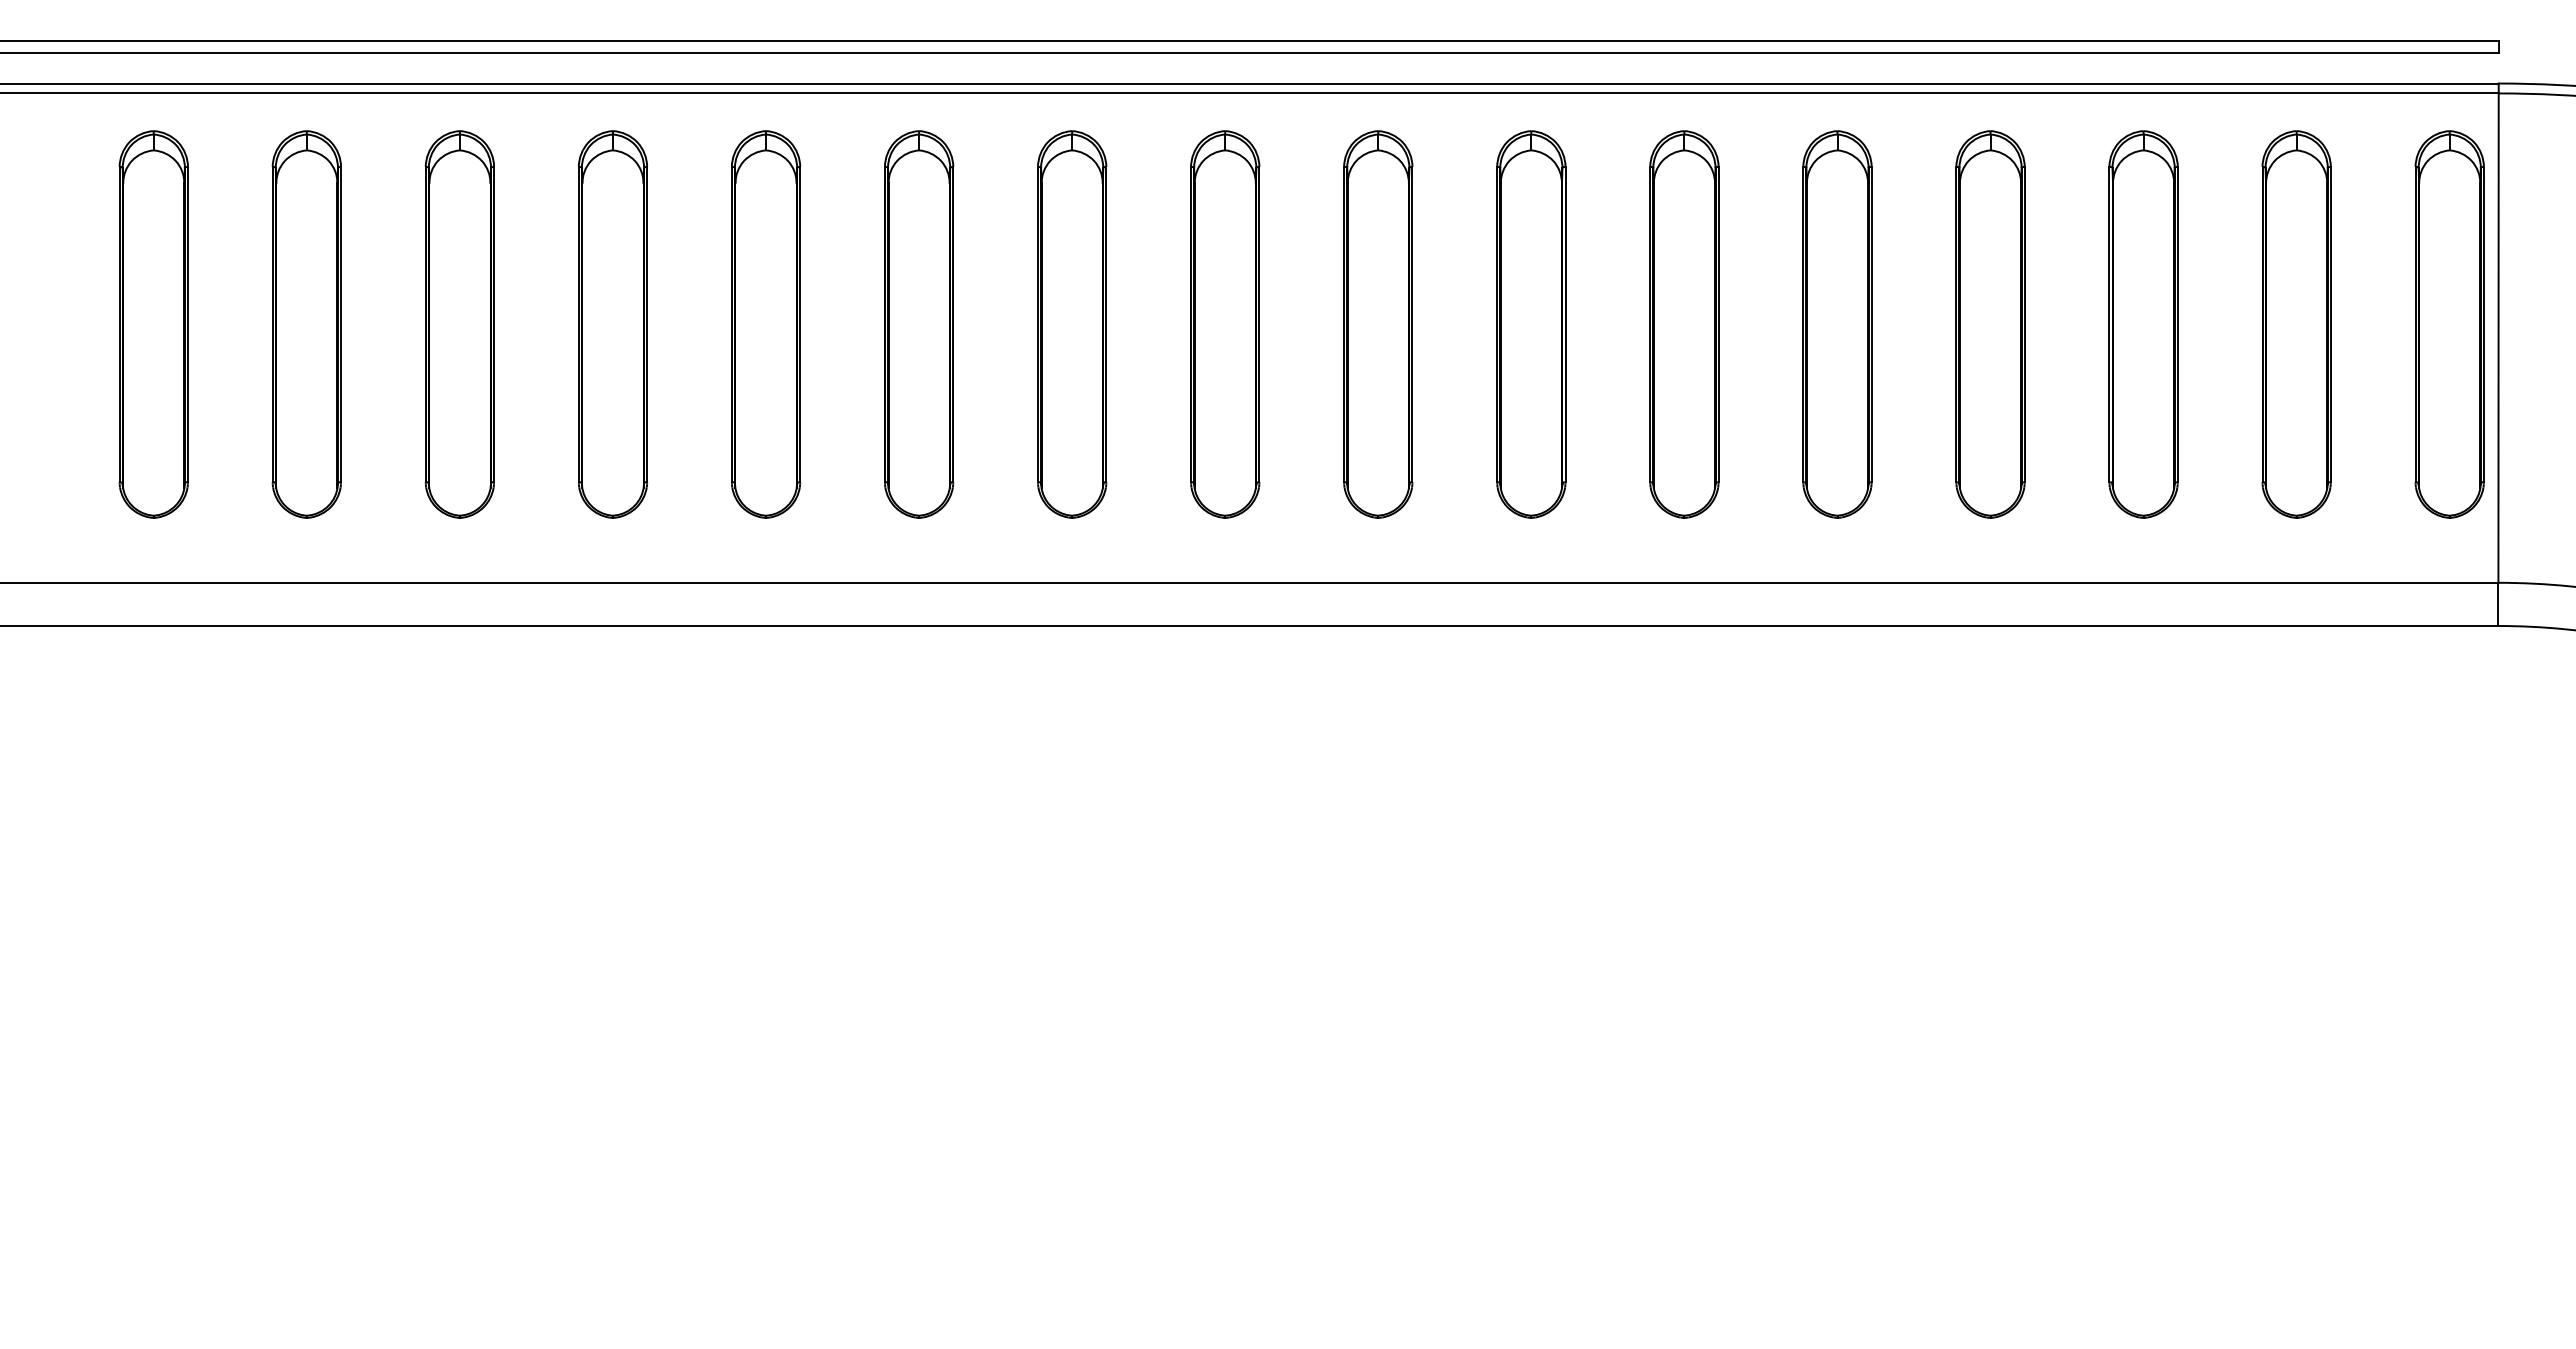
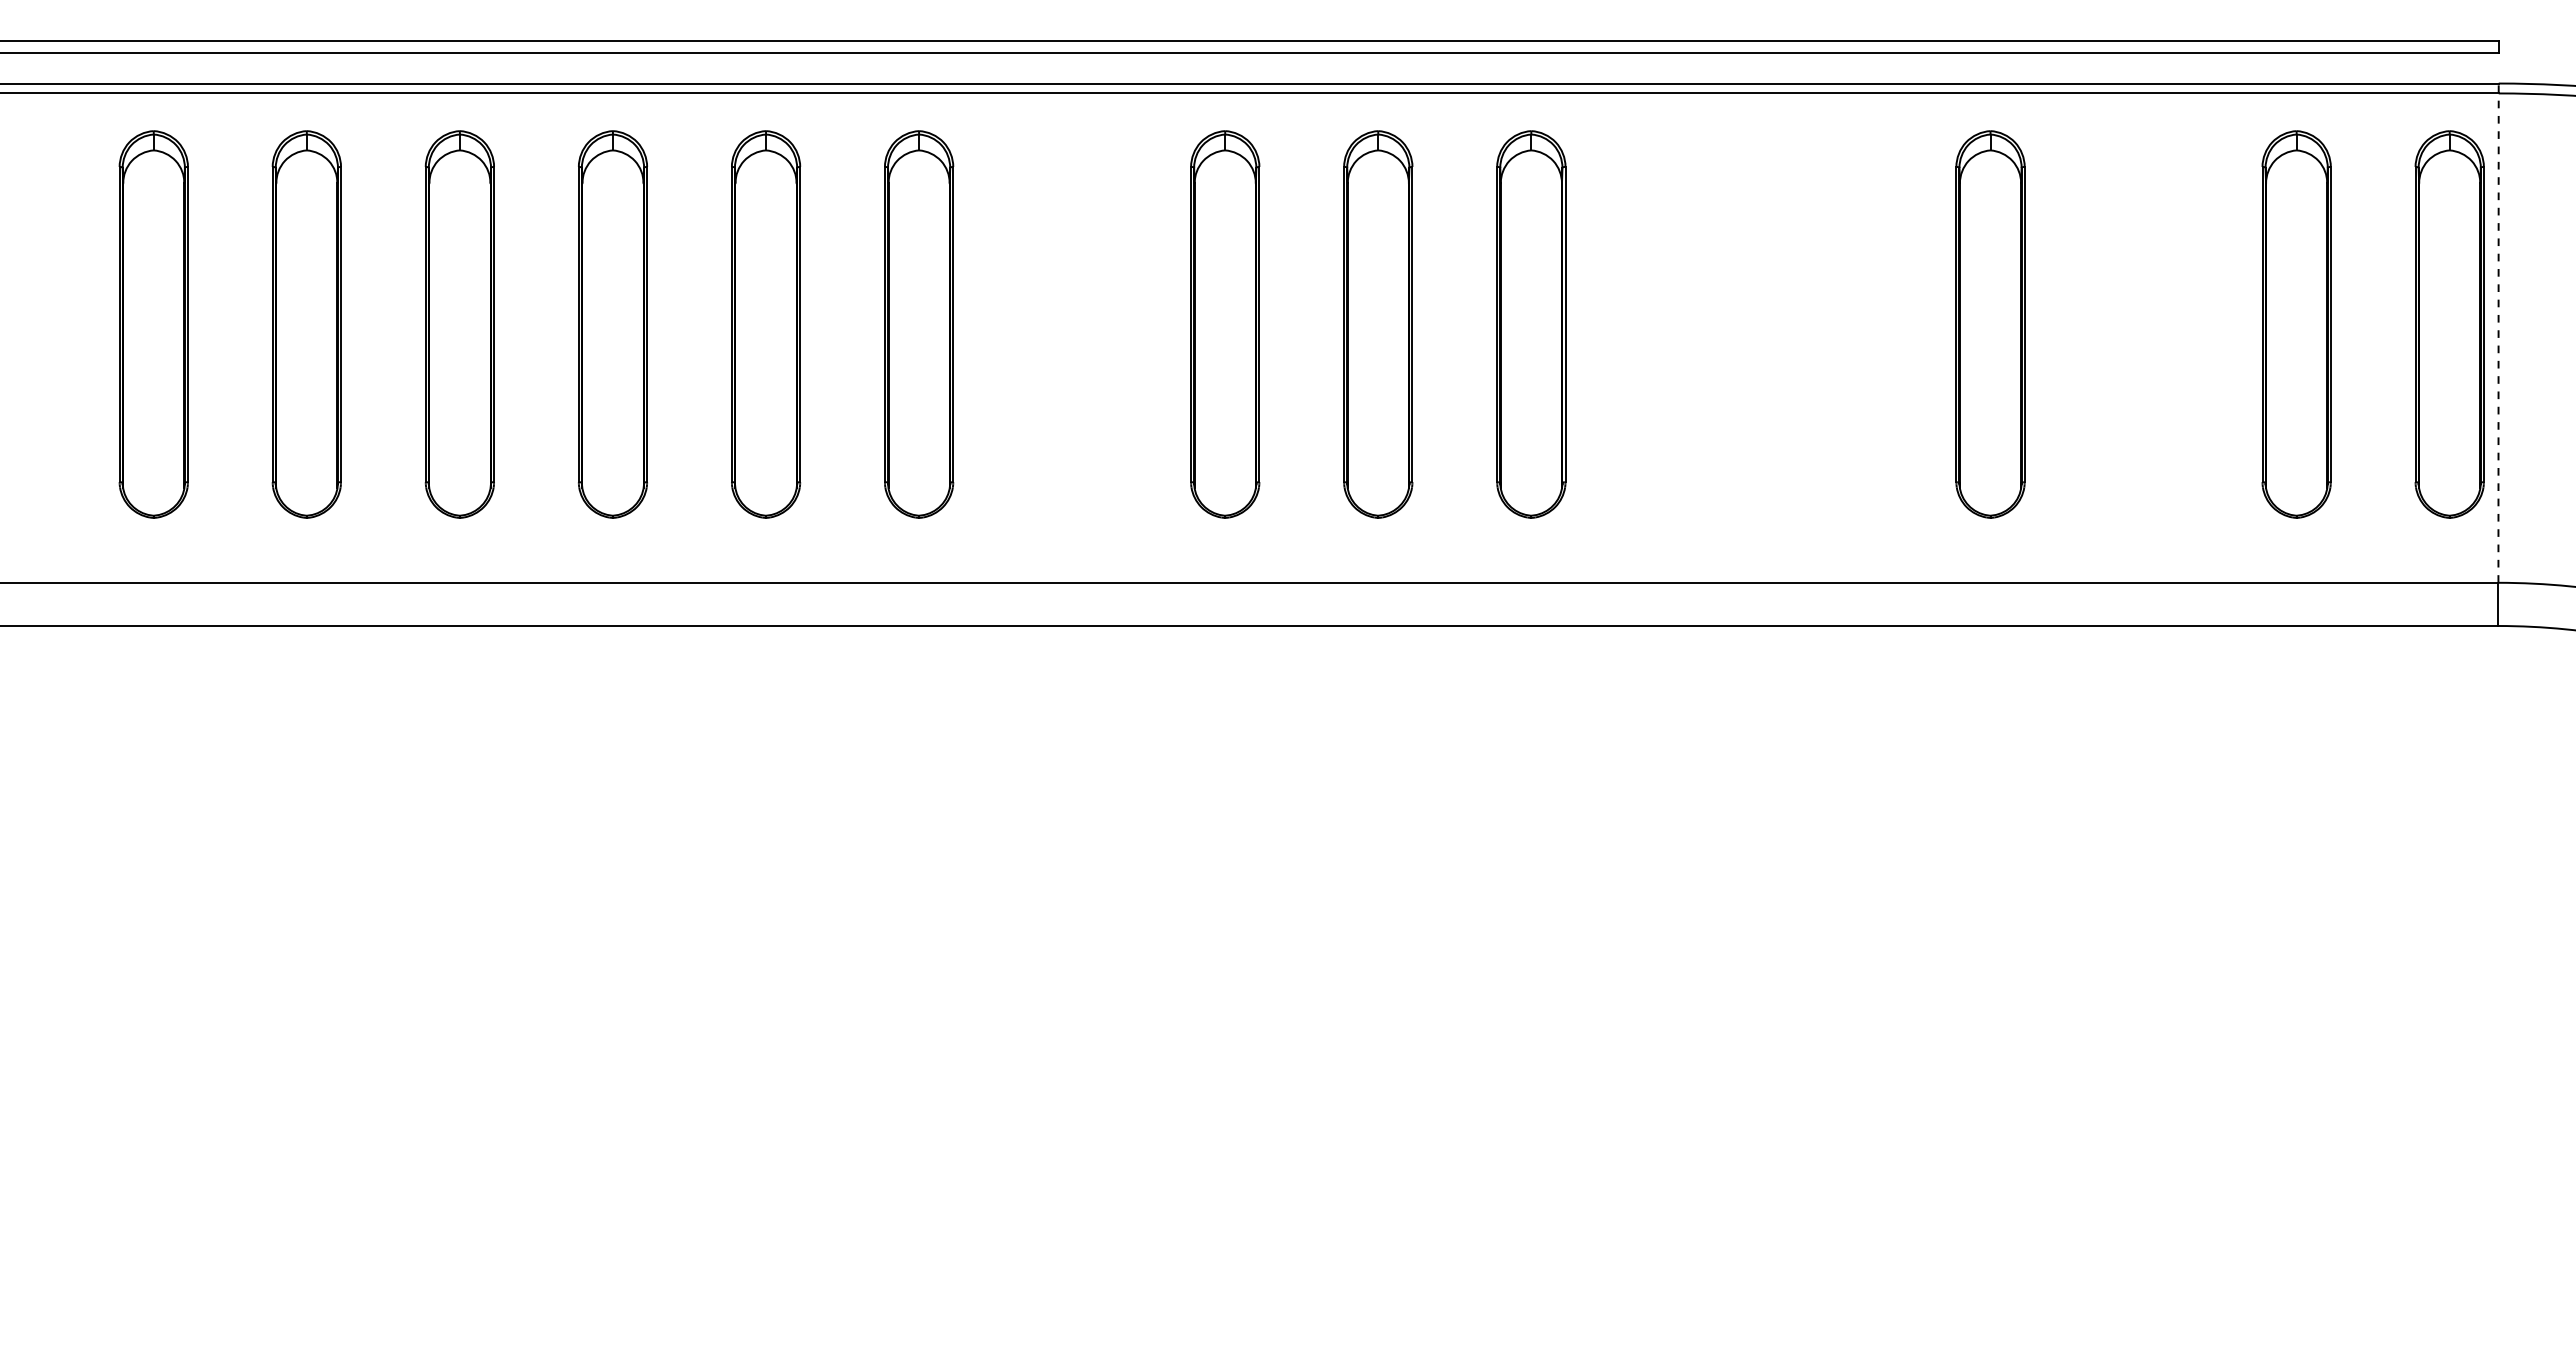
part at (1072, 324): present -> none
part at (1684, 324): present -> none
part at (1837, 324): present -> none
part at (2143, 324): present -> none
line at (2498, 333): solid -> dashed
